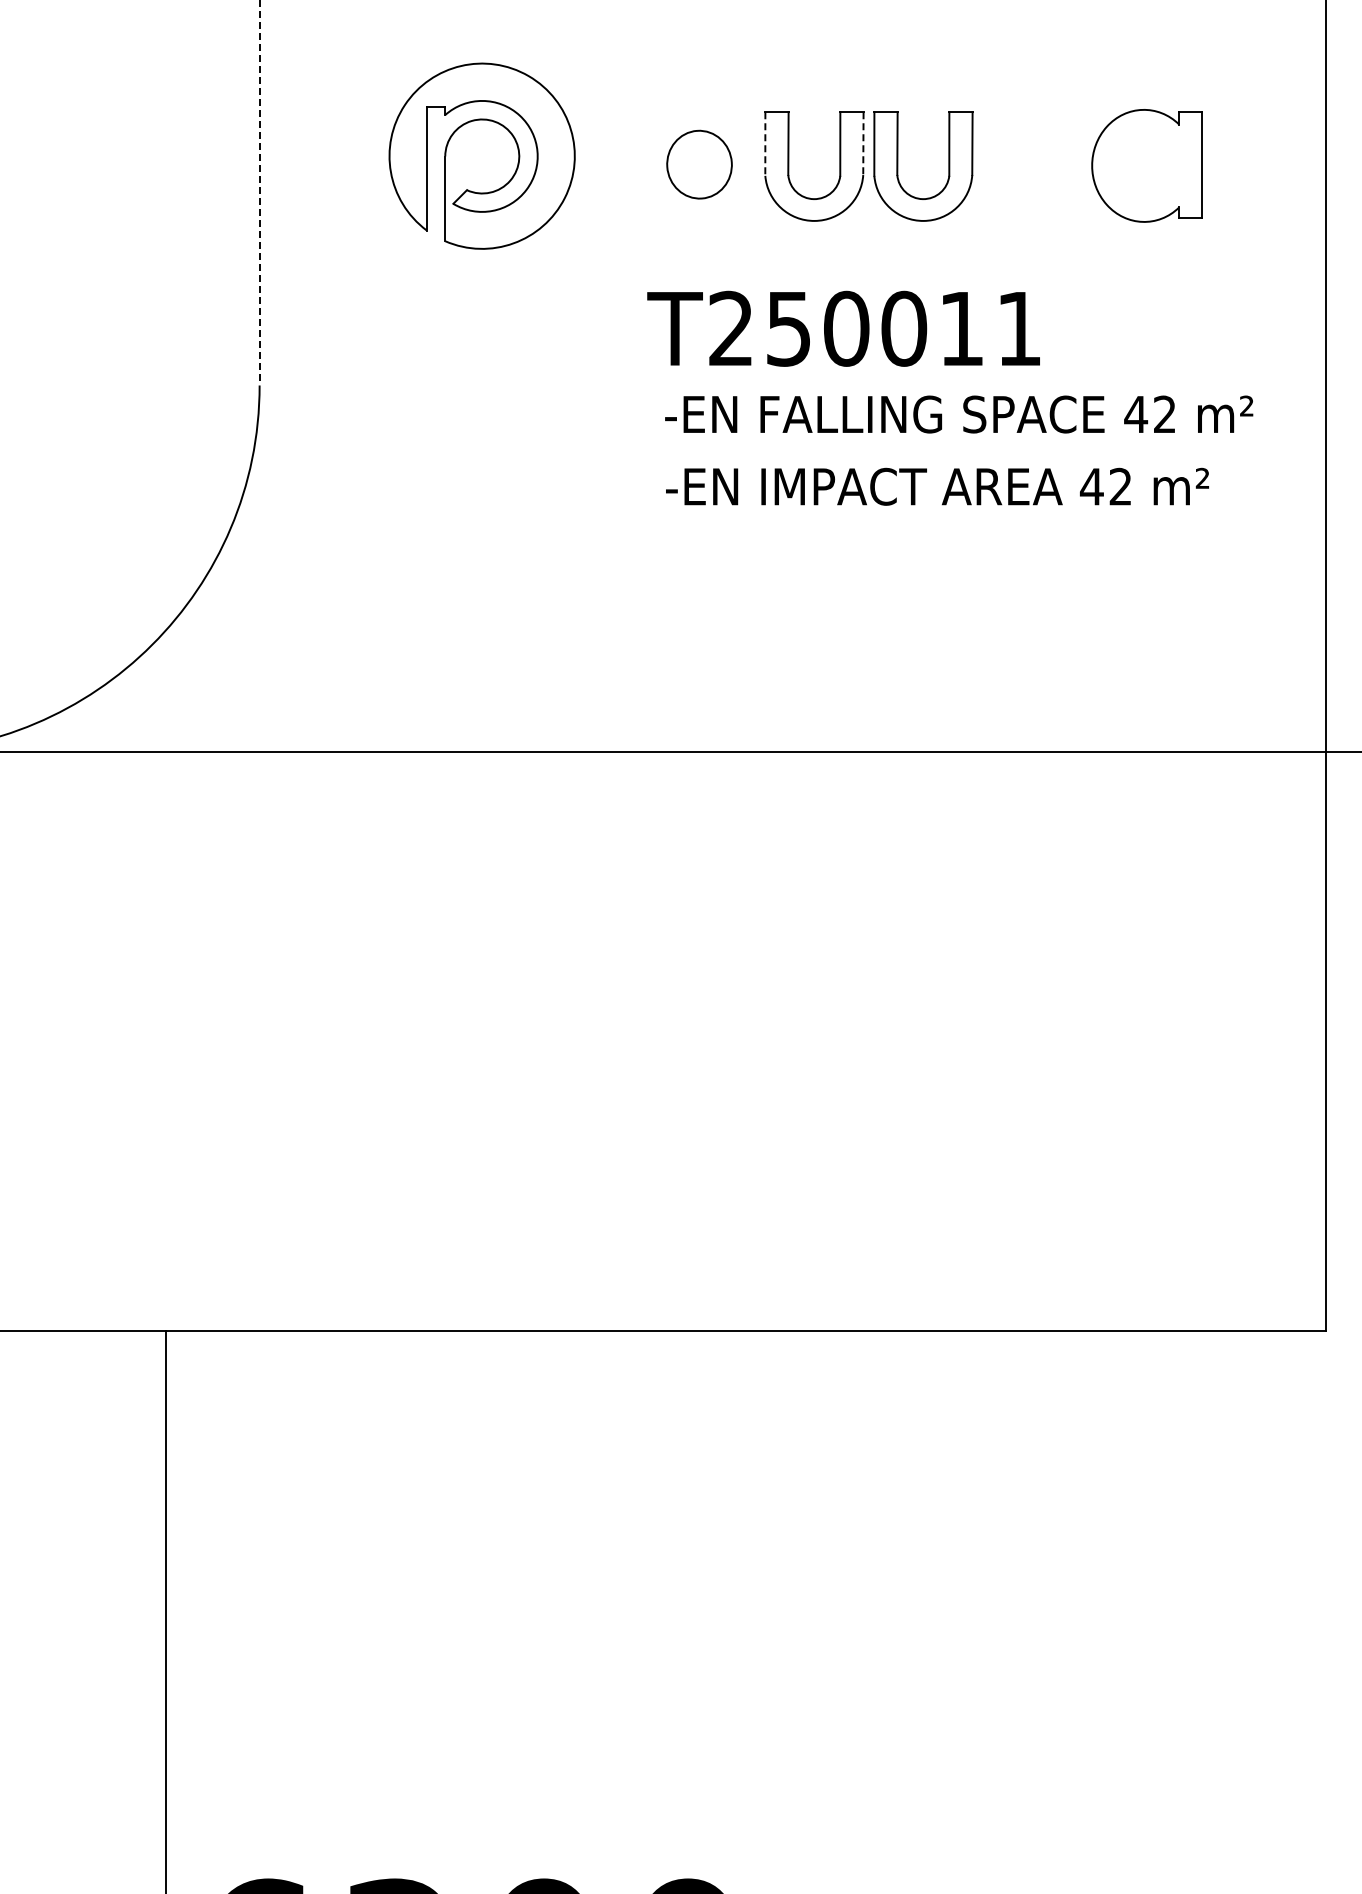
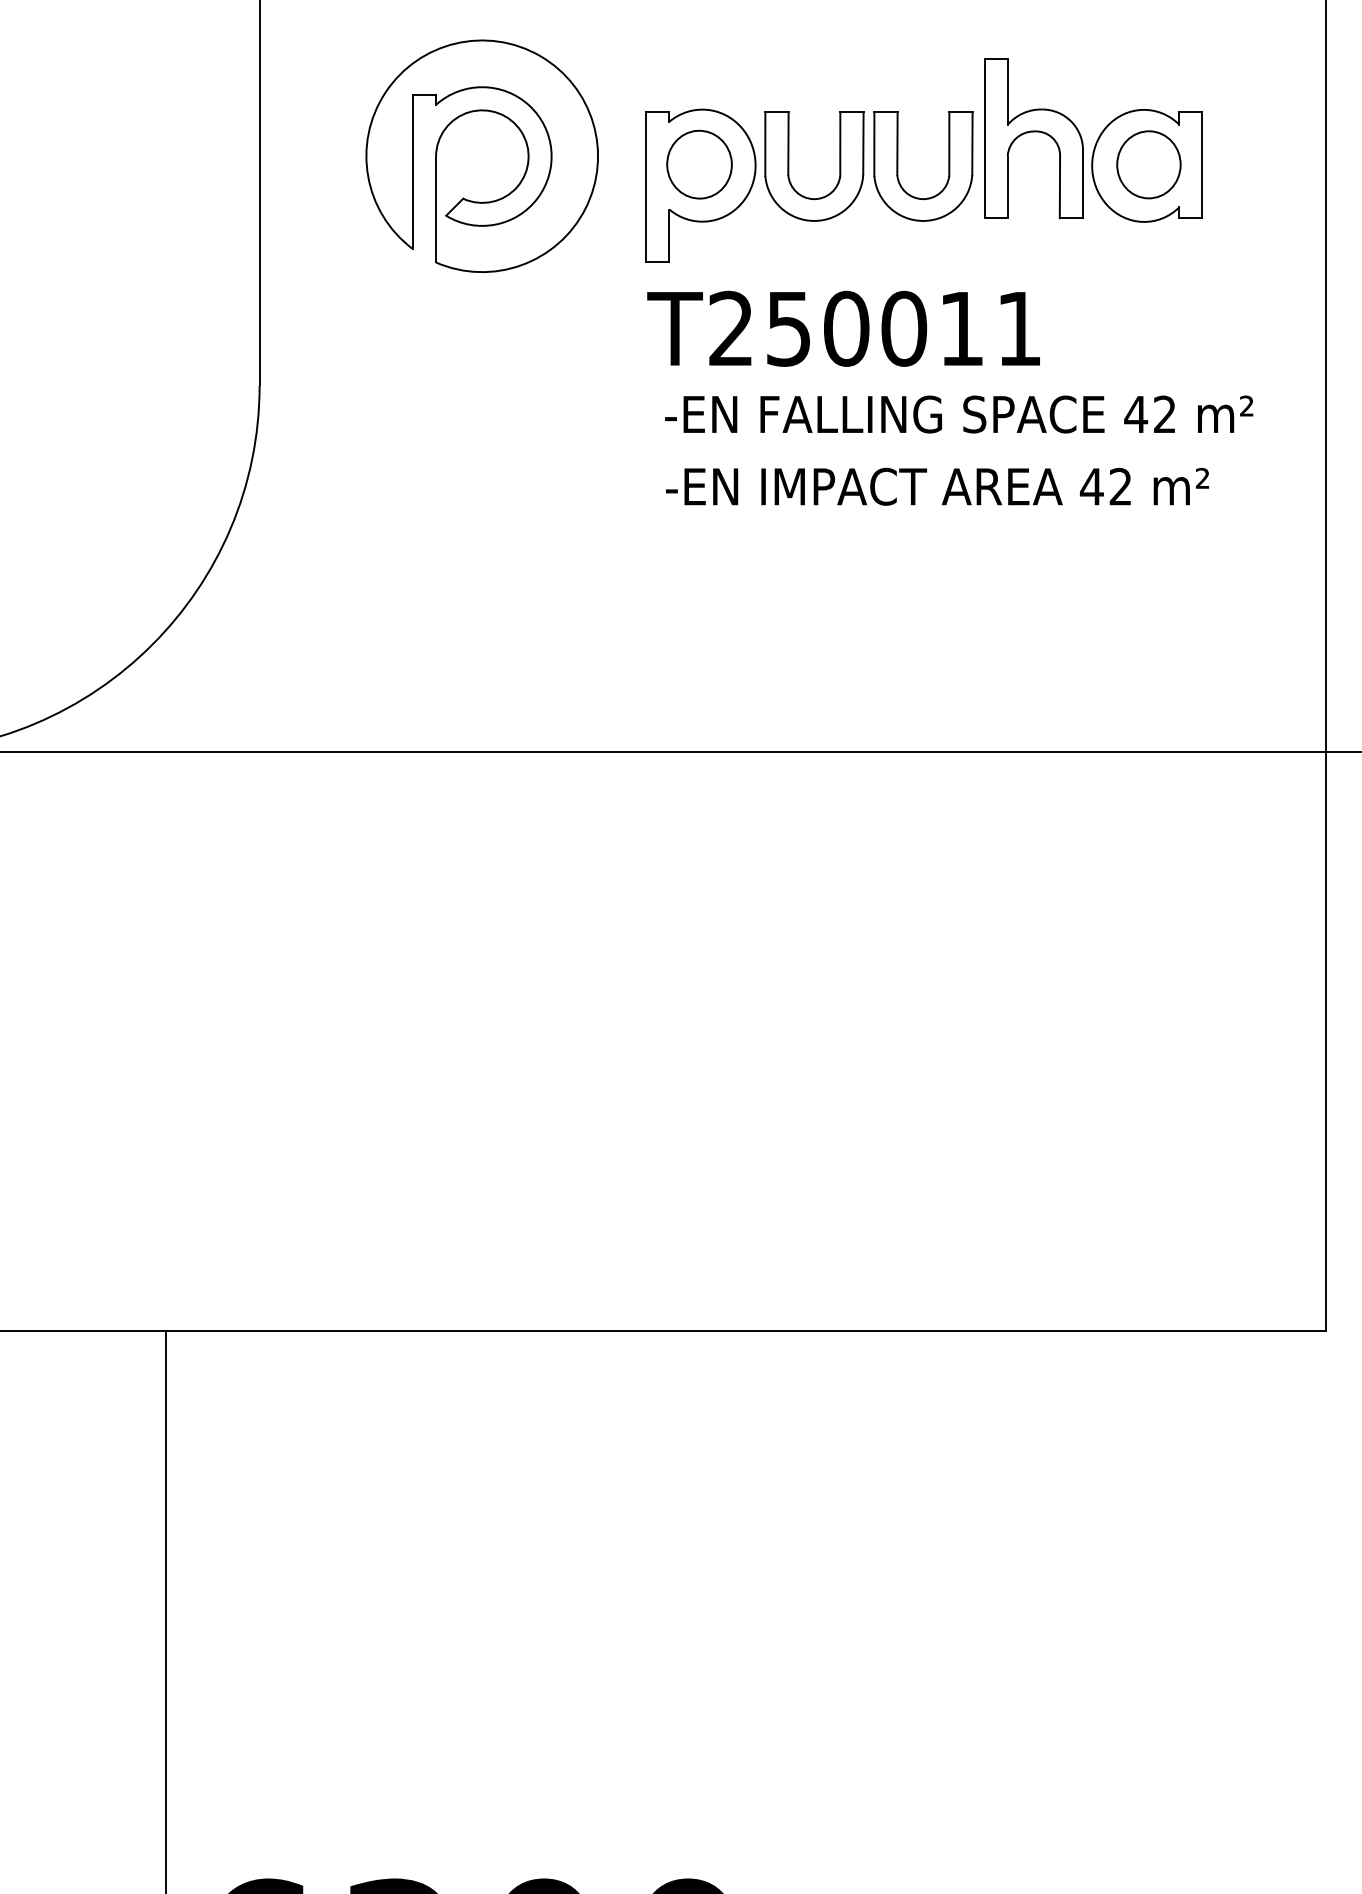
part at (1033, 138): none -> present
line at (765, 144): dashed -> solid
line at (863, 144): dashed -> solid
part at (481, 155) size: 188x188 px -> 234x234 px
part at (1148, 164): none -> present
part at (700, 185): none -> present
line at (259, 193): dashed -> solid
